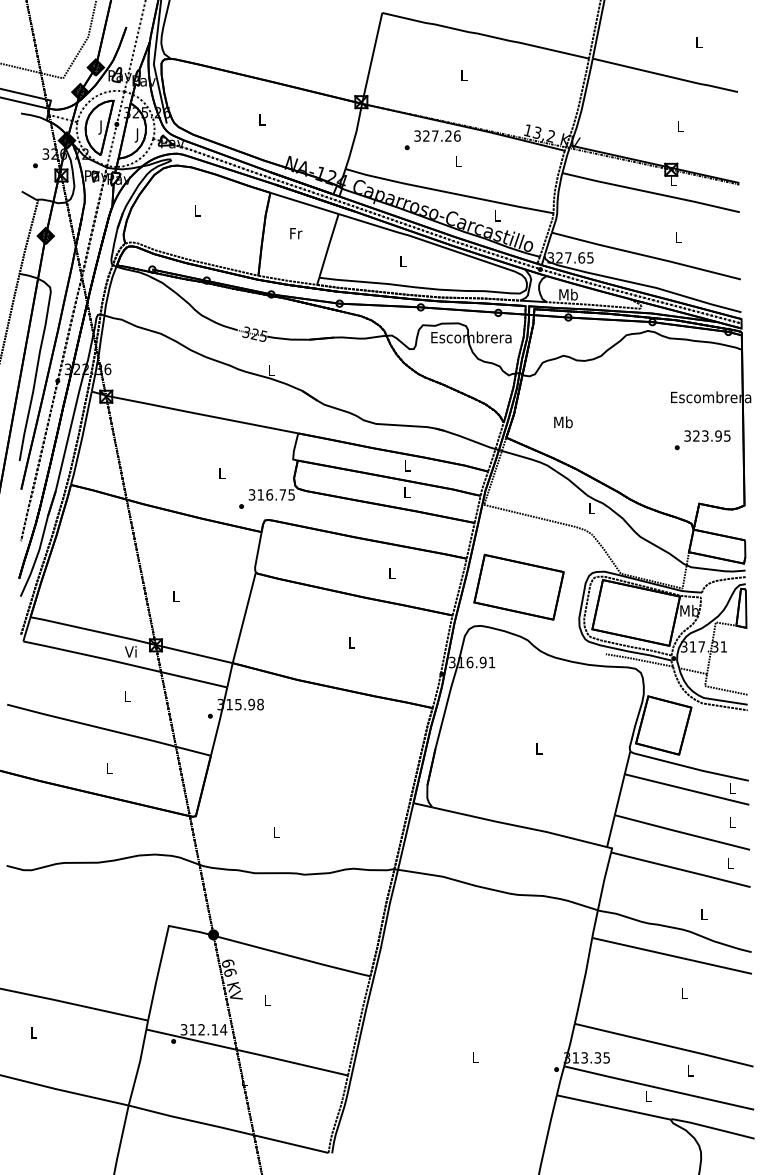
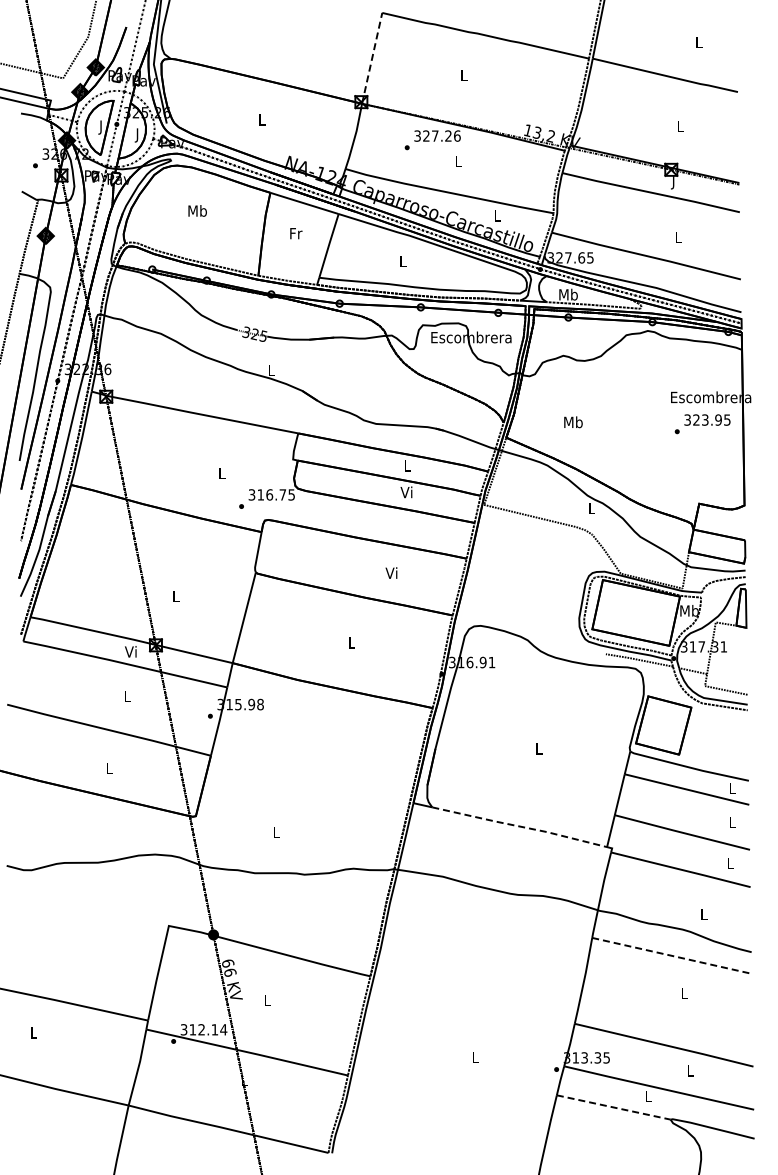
line at (372, 58): solid -> dashed
text at (673, 182): L -> J
text at (197, 210): L -> Mb
text at (563, 422) position: (563, 422) -> (573, 422)
text at (702, 440) position: (702, 440) -> (702, 424)
text at (406, 492): L -> Vi
text at (391, 572): L -> Vi
part at (518, 586): present -> none
line at (520, 826): solid -> dashed
line at (672, 955): solid -> dashed
line at (614, 1107): solid -> dashed
